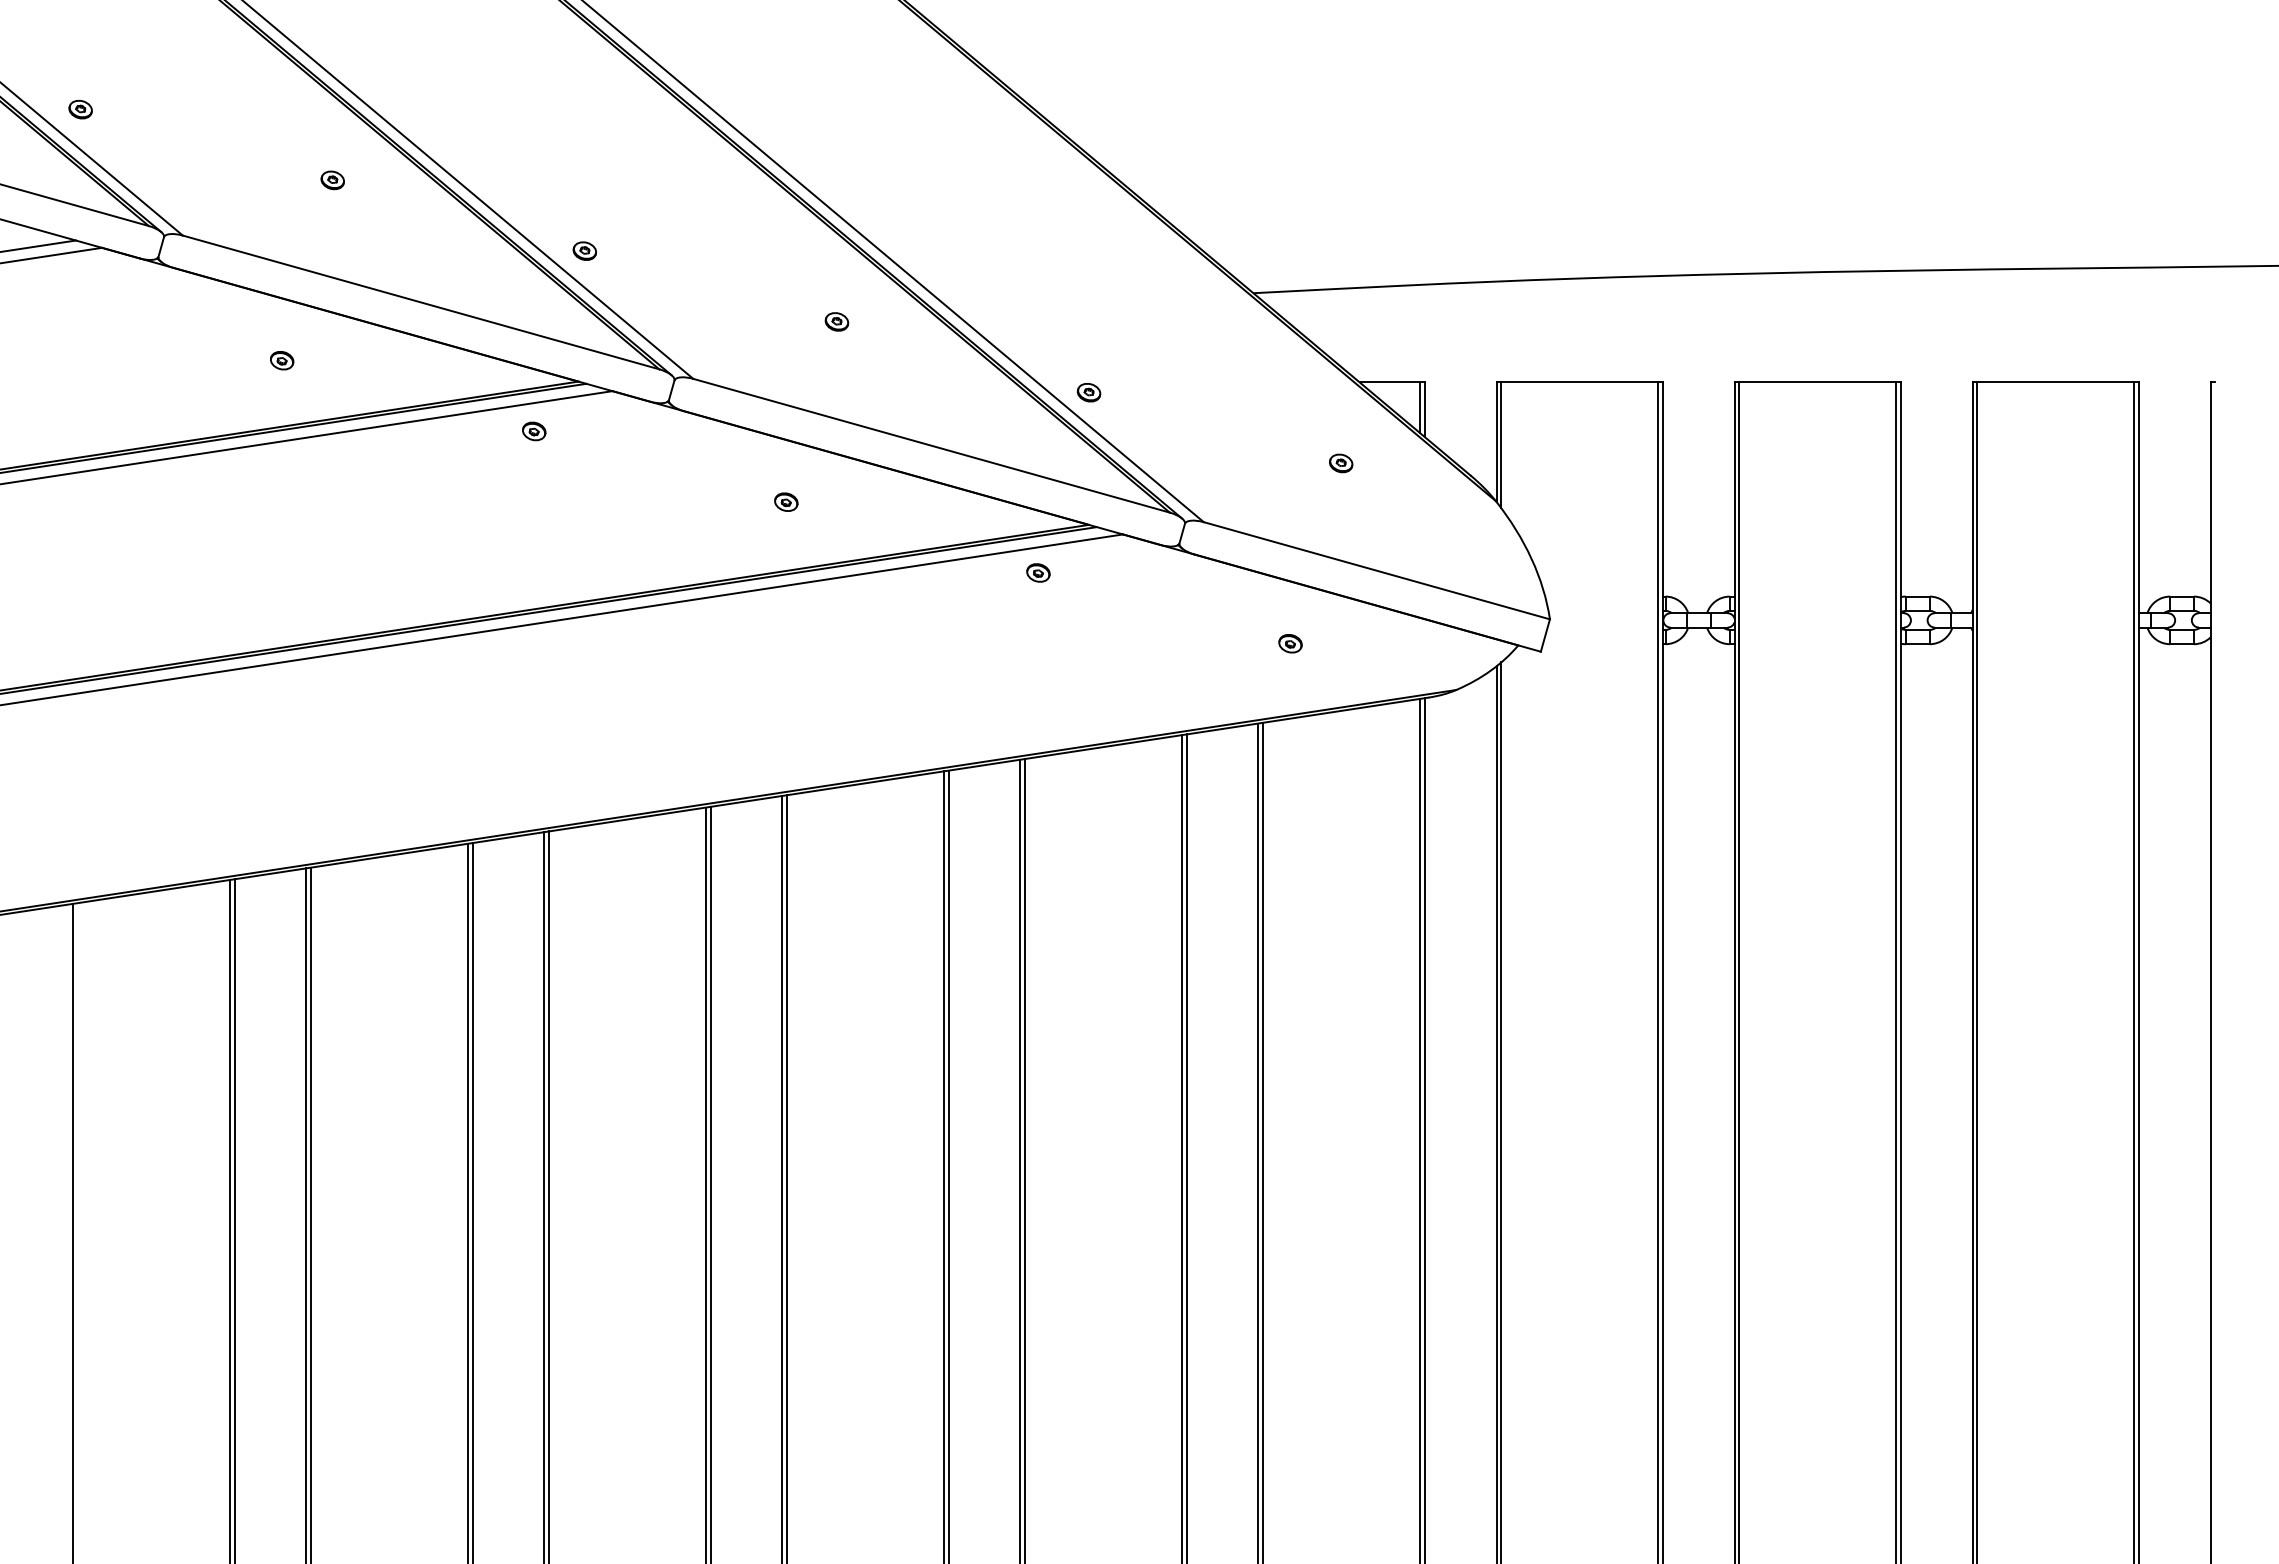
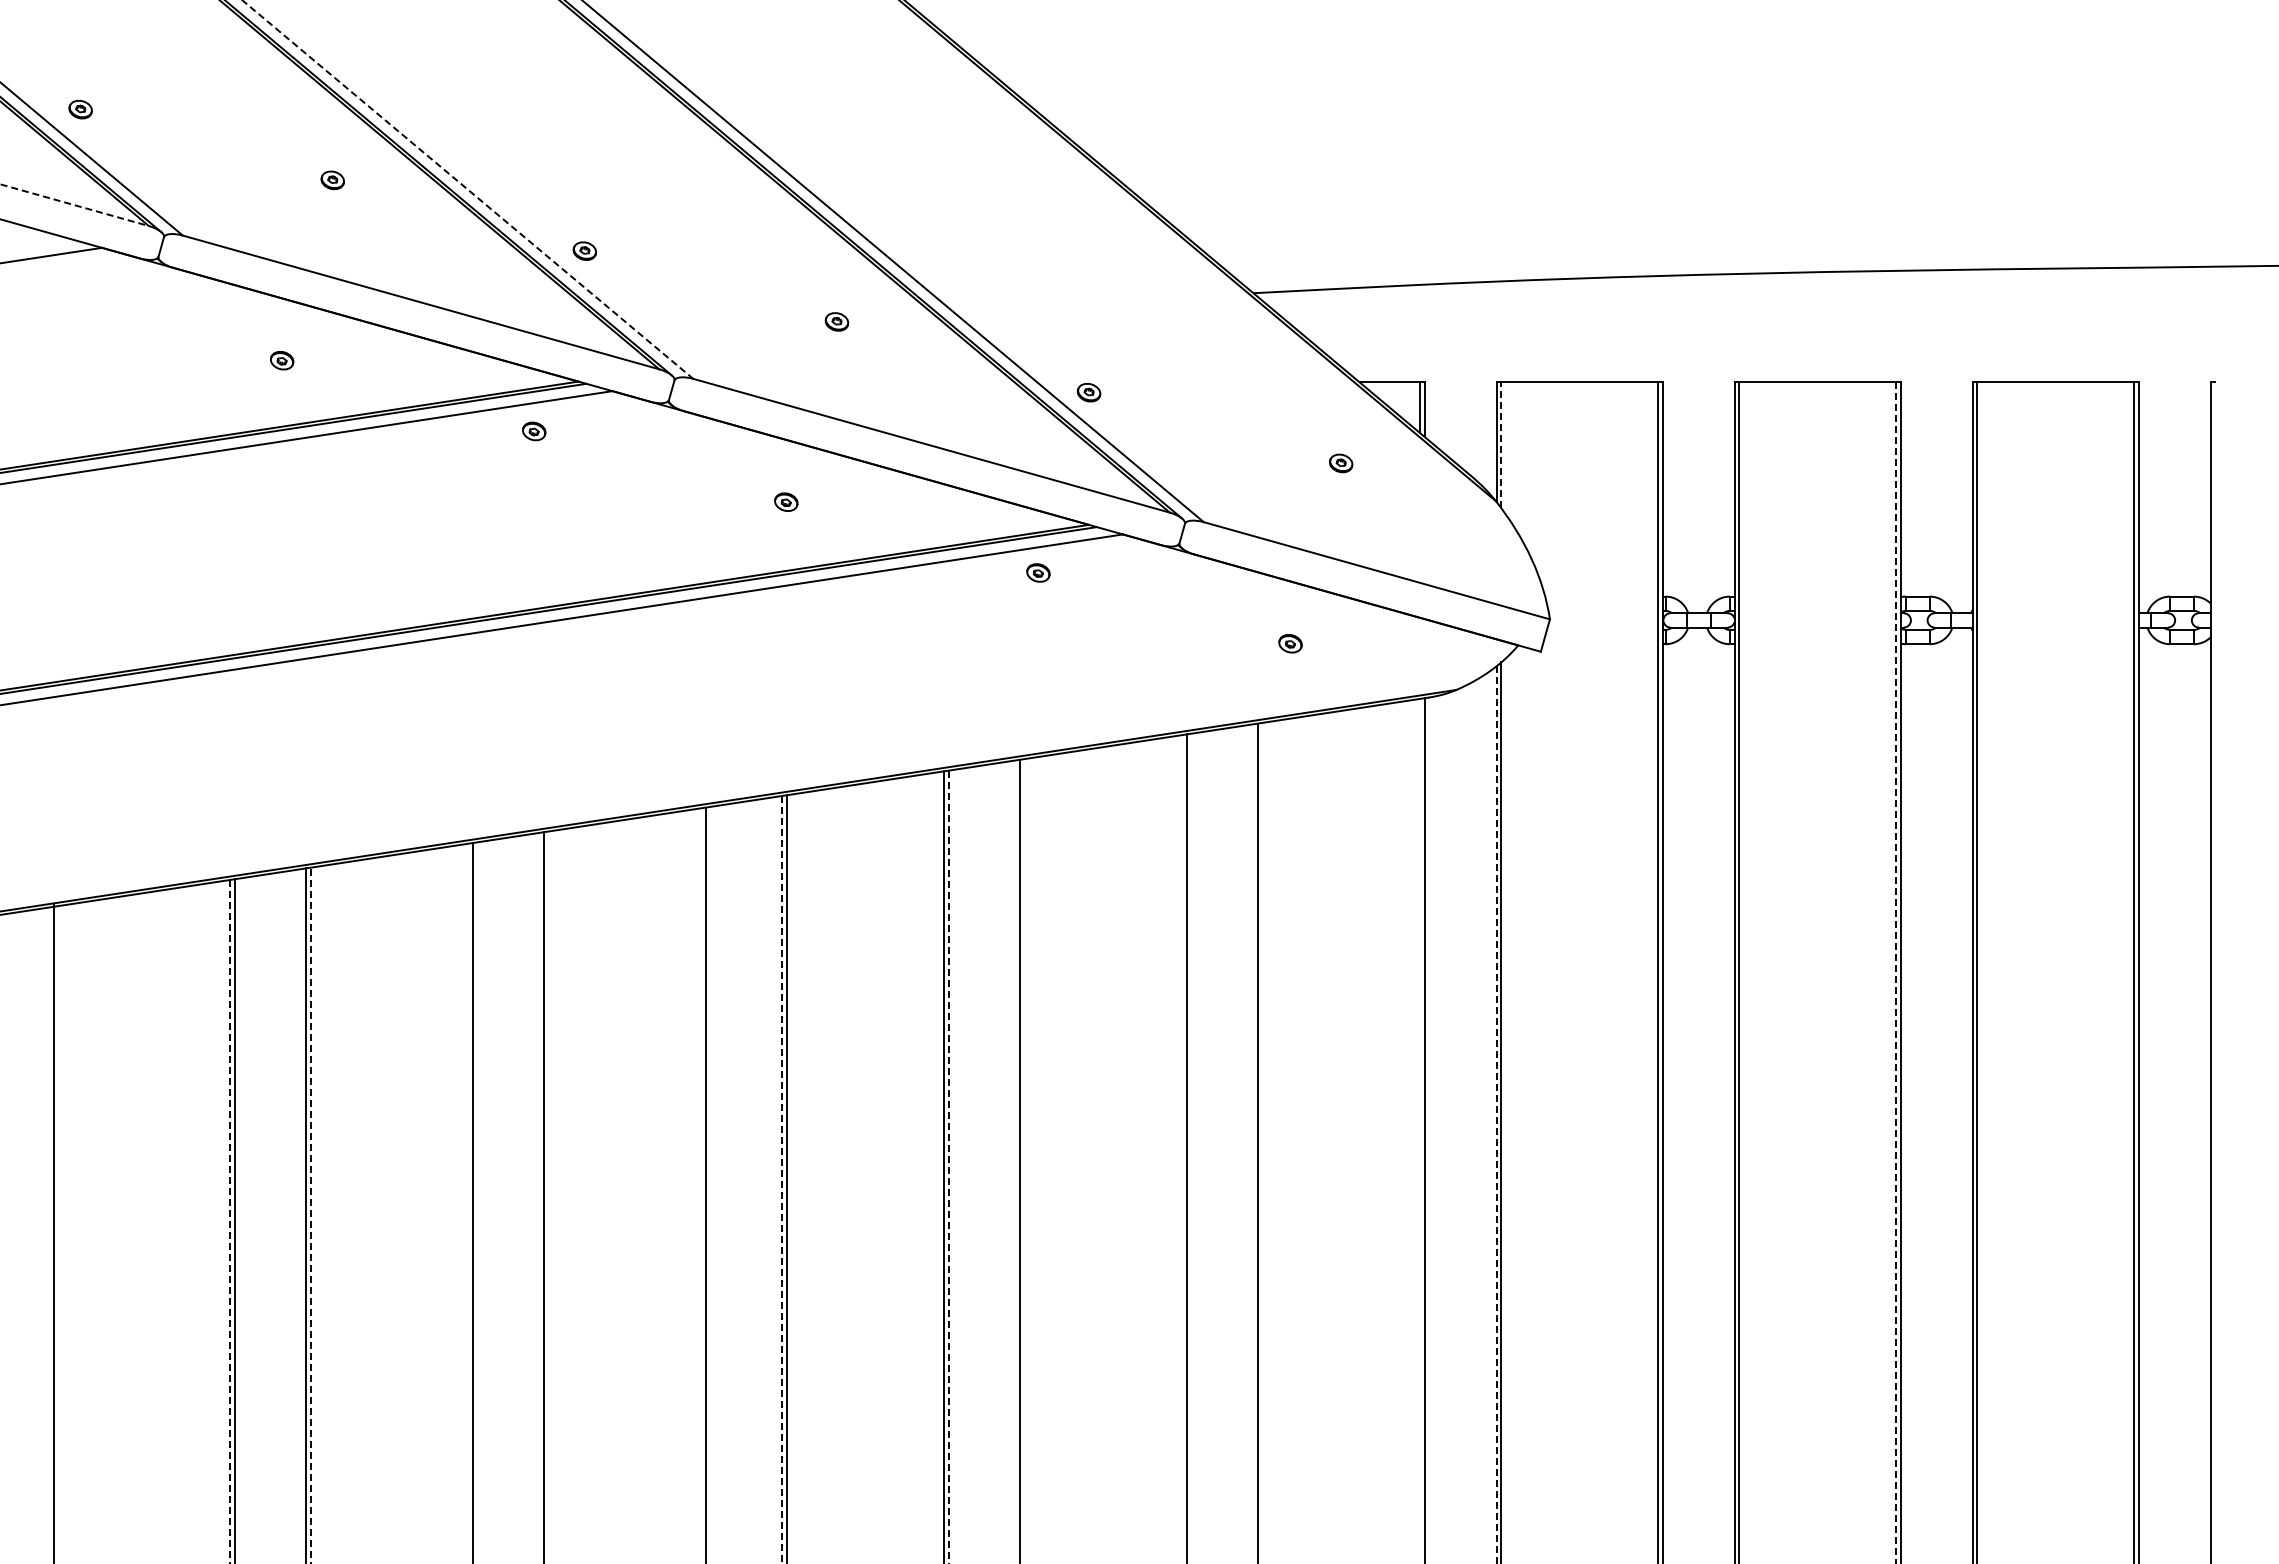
line at (468, 189): solid -> dashed
line at (74, 205): solid -> dashed
line at (38, 245): present -> none
line at (1501, 445): solid -> dashed
line at (1896, 973): solid -> dashed
line at (1496, 1115): solid -> dashed
line at (1420, 1129): present -> none
line at (1263, 1141): present -> none
line at (1182, 1147): present -> none
line at (1025, 1159): present -> none
line at (949, 1167): solid -> dashed
line at (782, 1179): solid -> dashed
line at (711, 1183): present -> none
line at (549, 1195): present -> none
line at (468, 1201): present -> none
line at (311, 1215): solid -> dashed
line at (230, 1221): solid -> dashed
line at (73, 1231) position: (73, 1231) -> (54, 1231)
